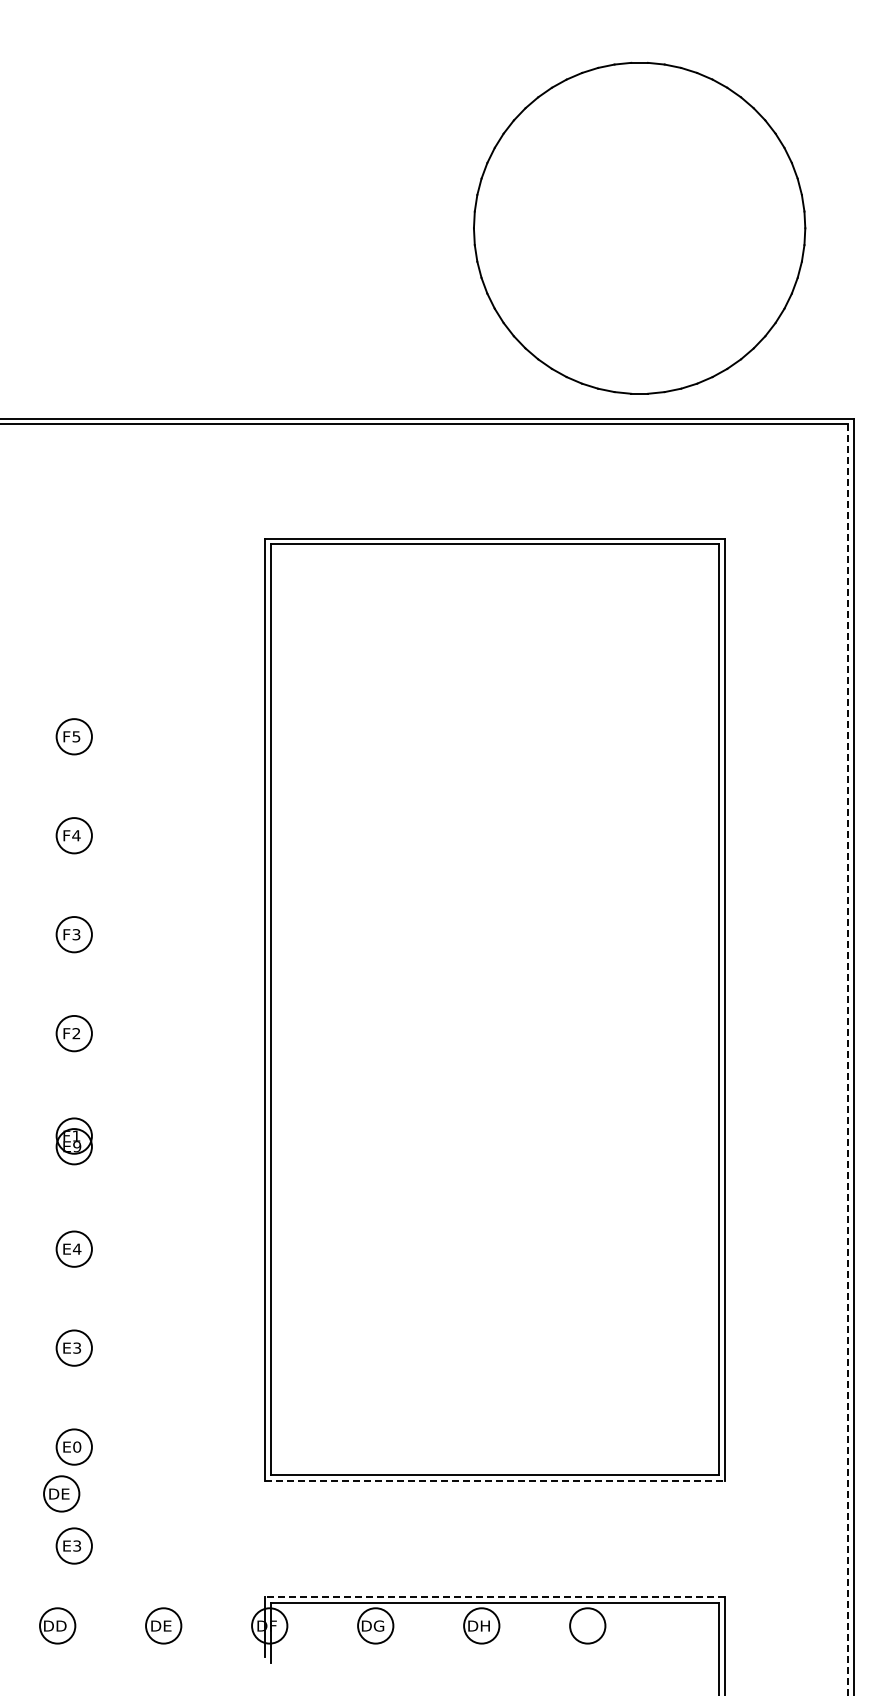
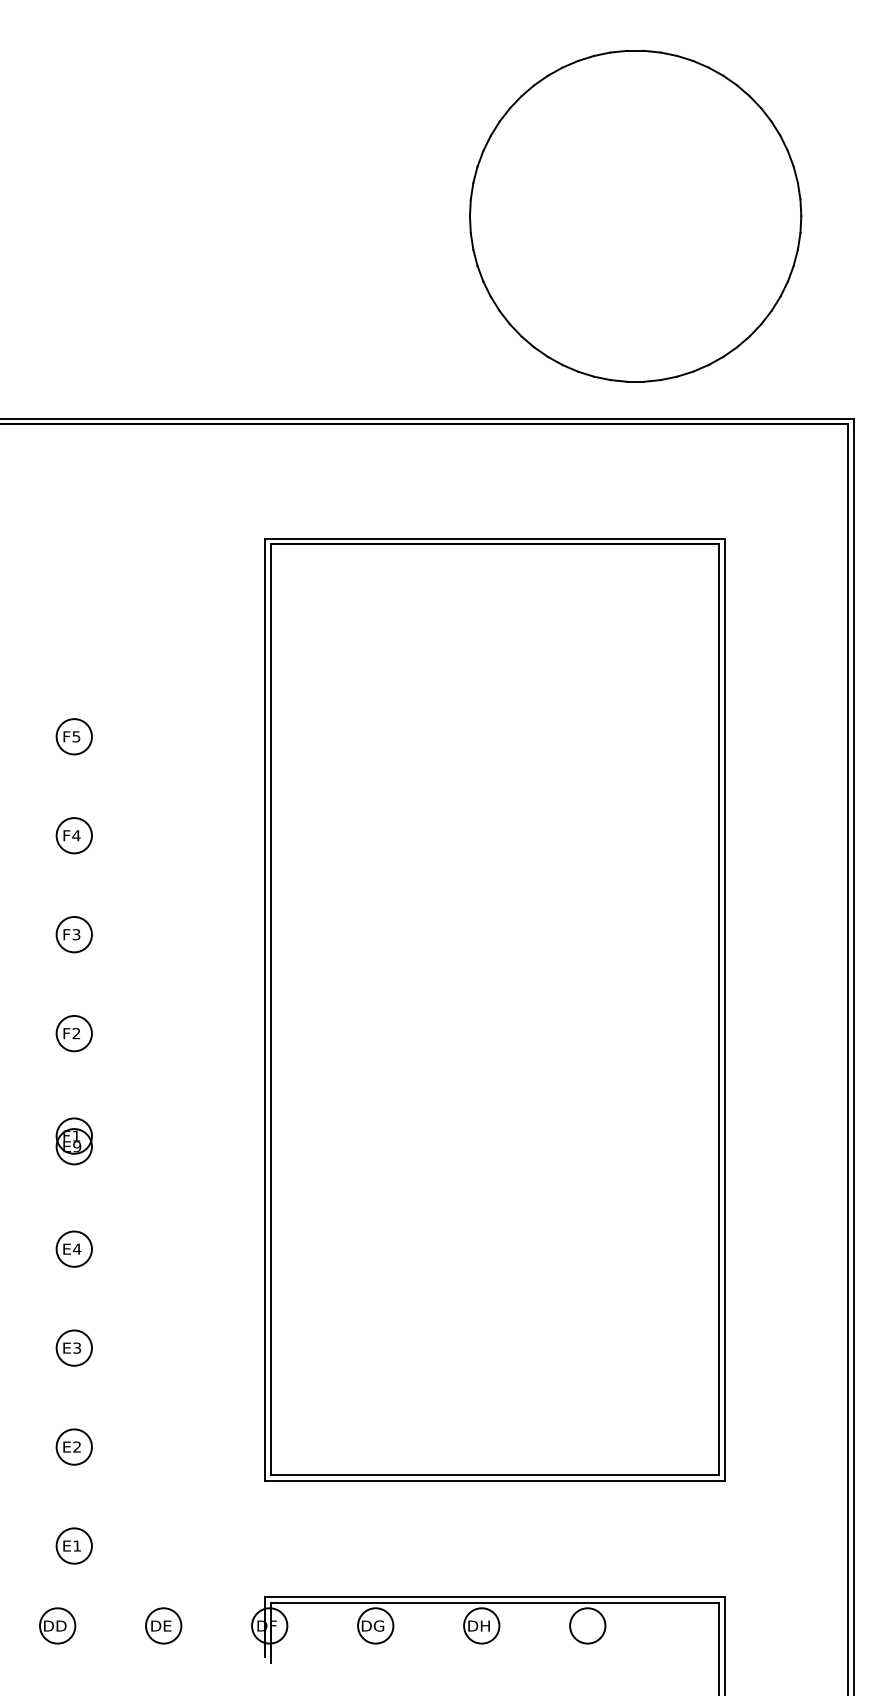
part at (639, 227) position: (639, 227) -> (635, 215)
line at (848, 1060): dashed -> solid
text at (77, 1446): E0 -> E2
line at (495, 1480): dashed -> solid
part at (61, 1493): present -> none
text at (77, 1545): E3 -> E1
line at (495, 1597): dashed -> solid
